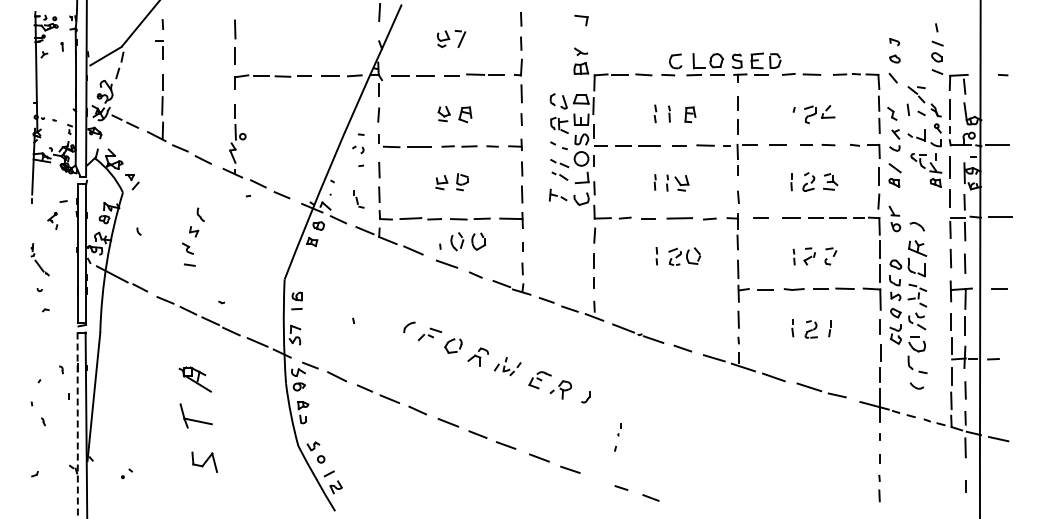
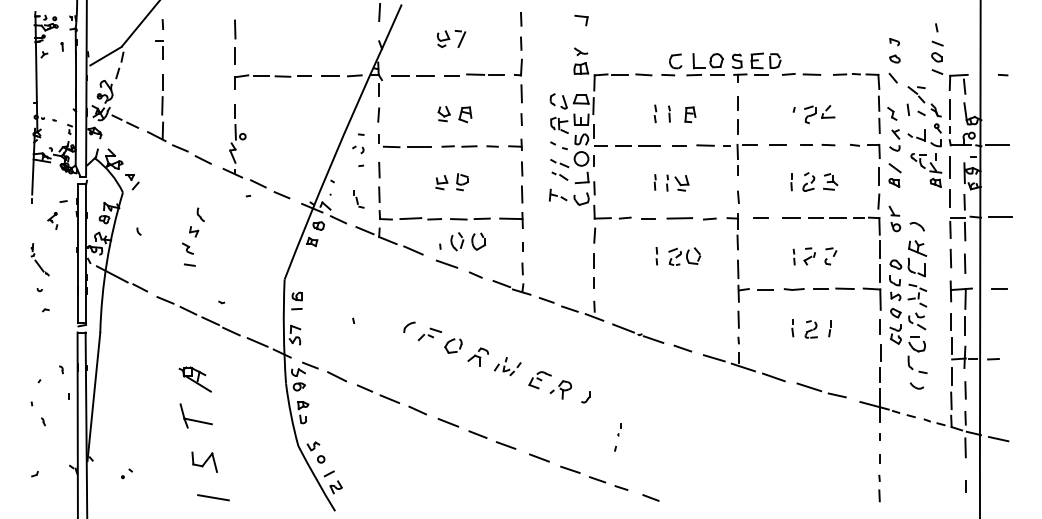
line at (77, 425): dashed -> solid
line at (597, 479): none -> present
line at (213, 497): none -> present
